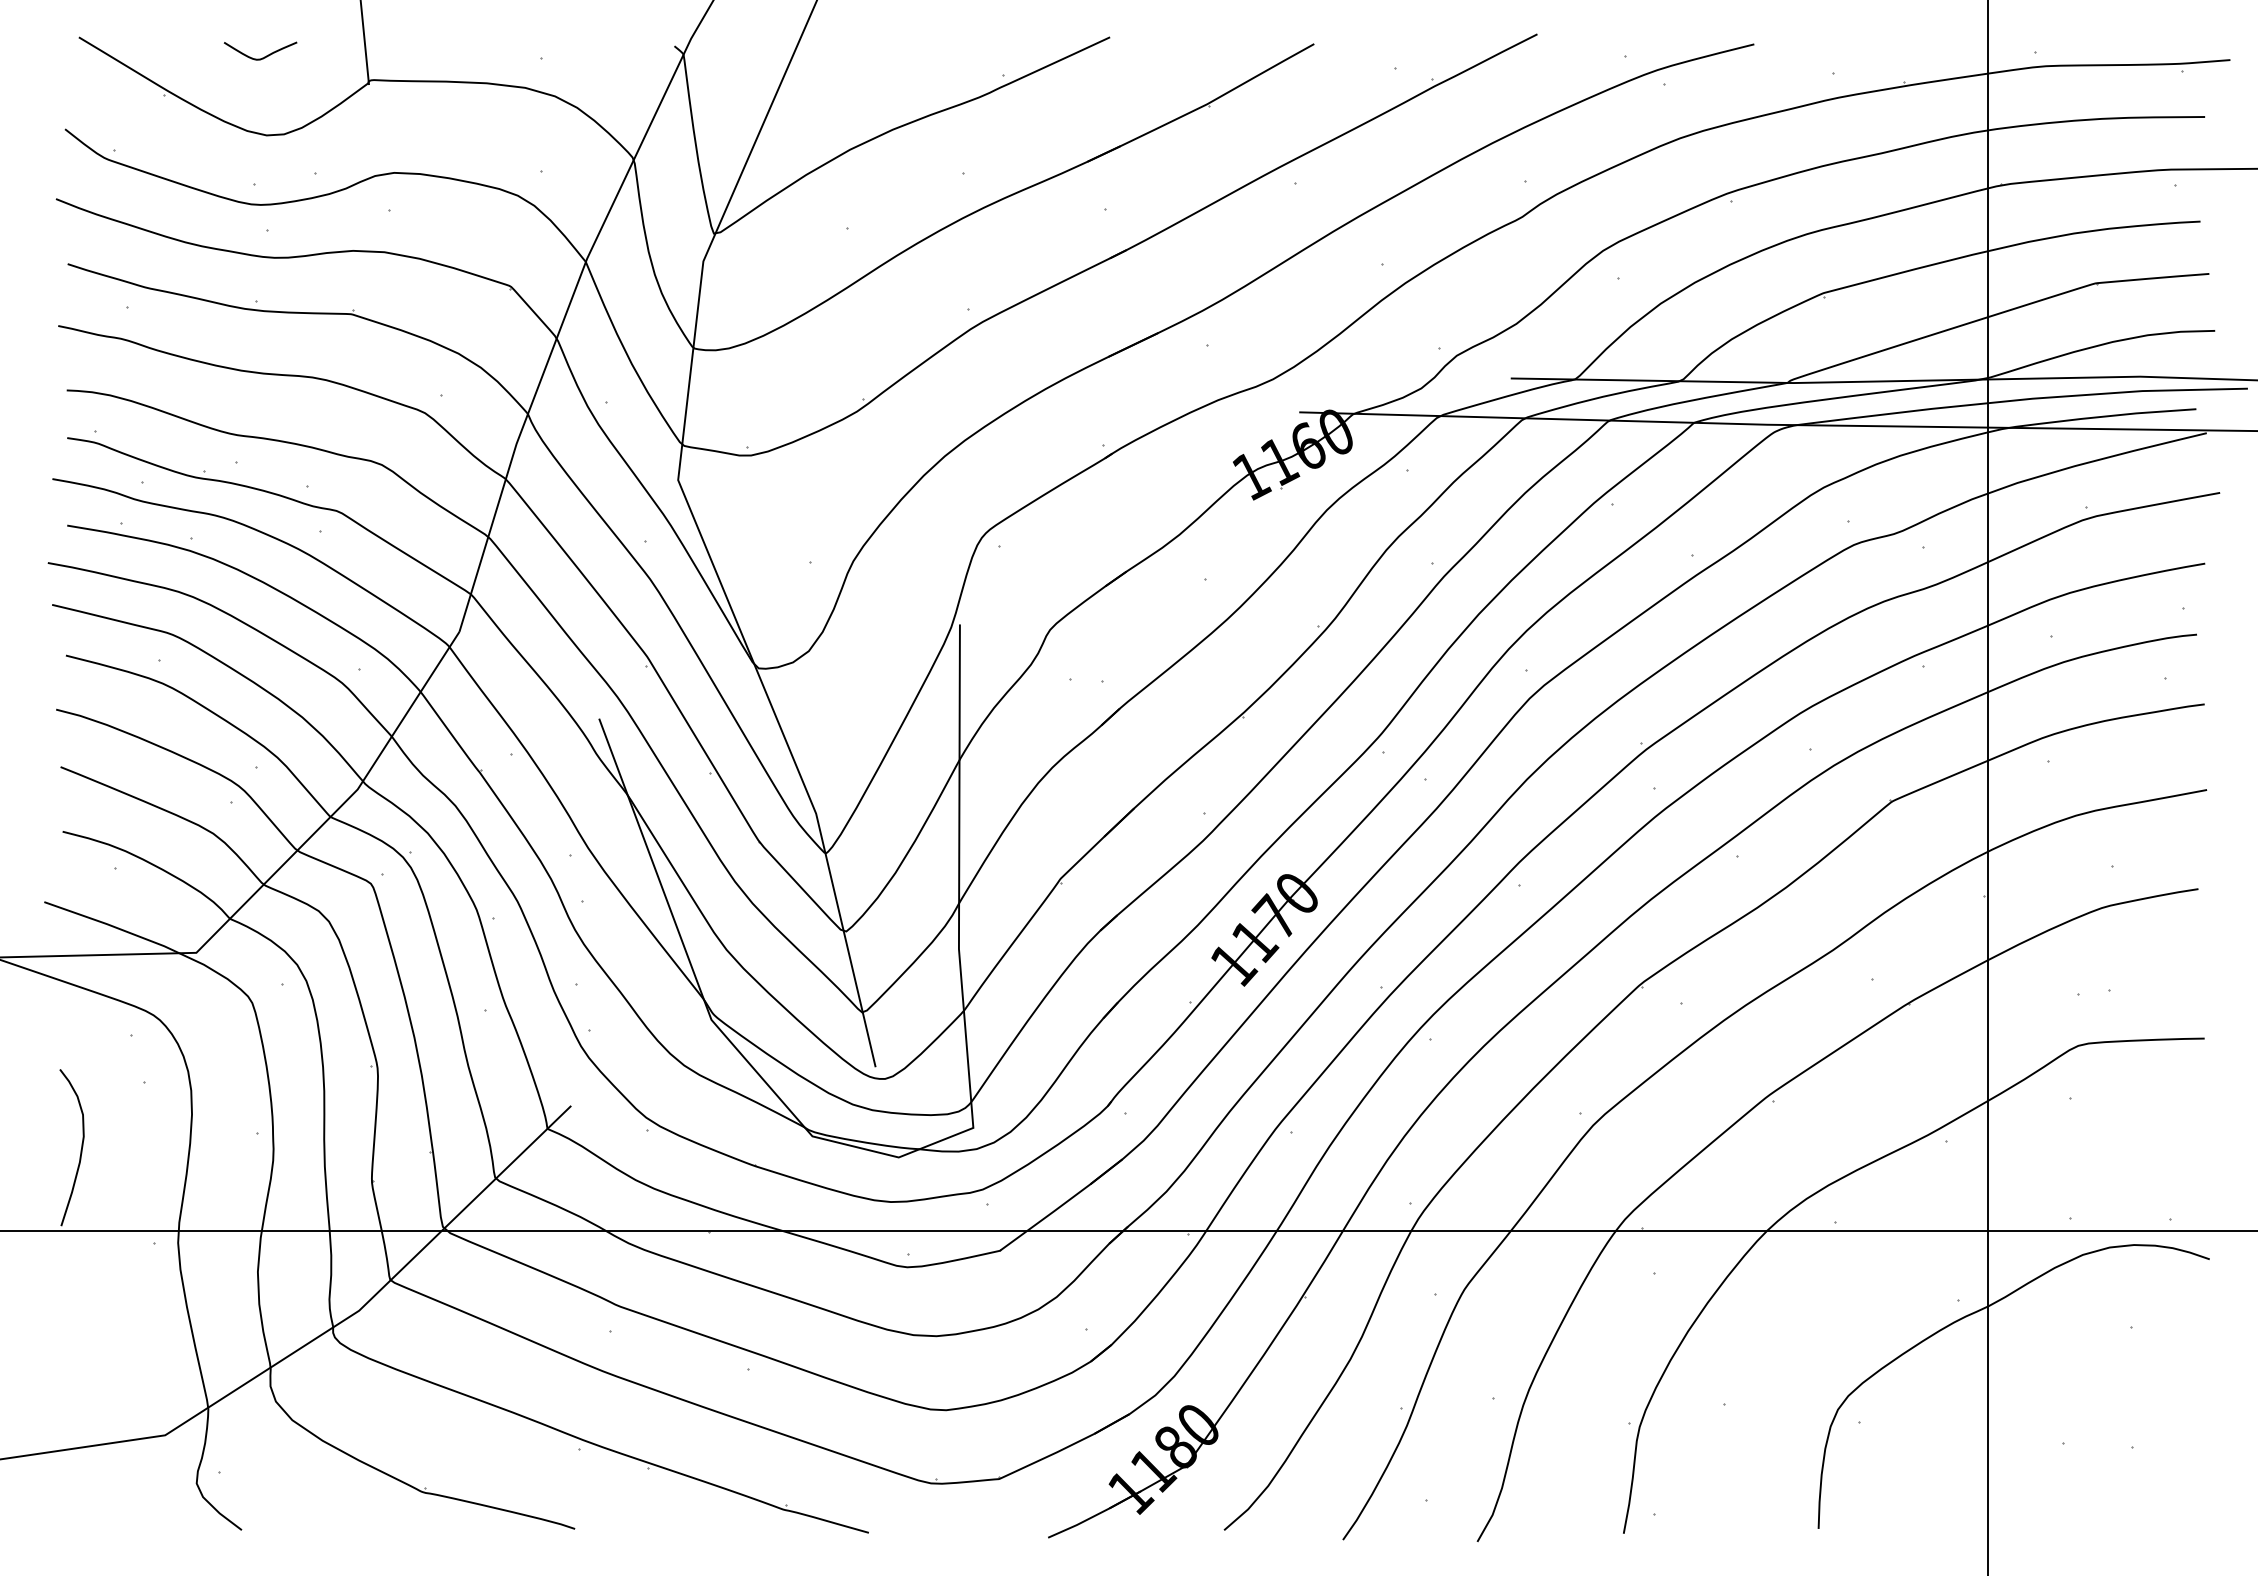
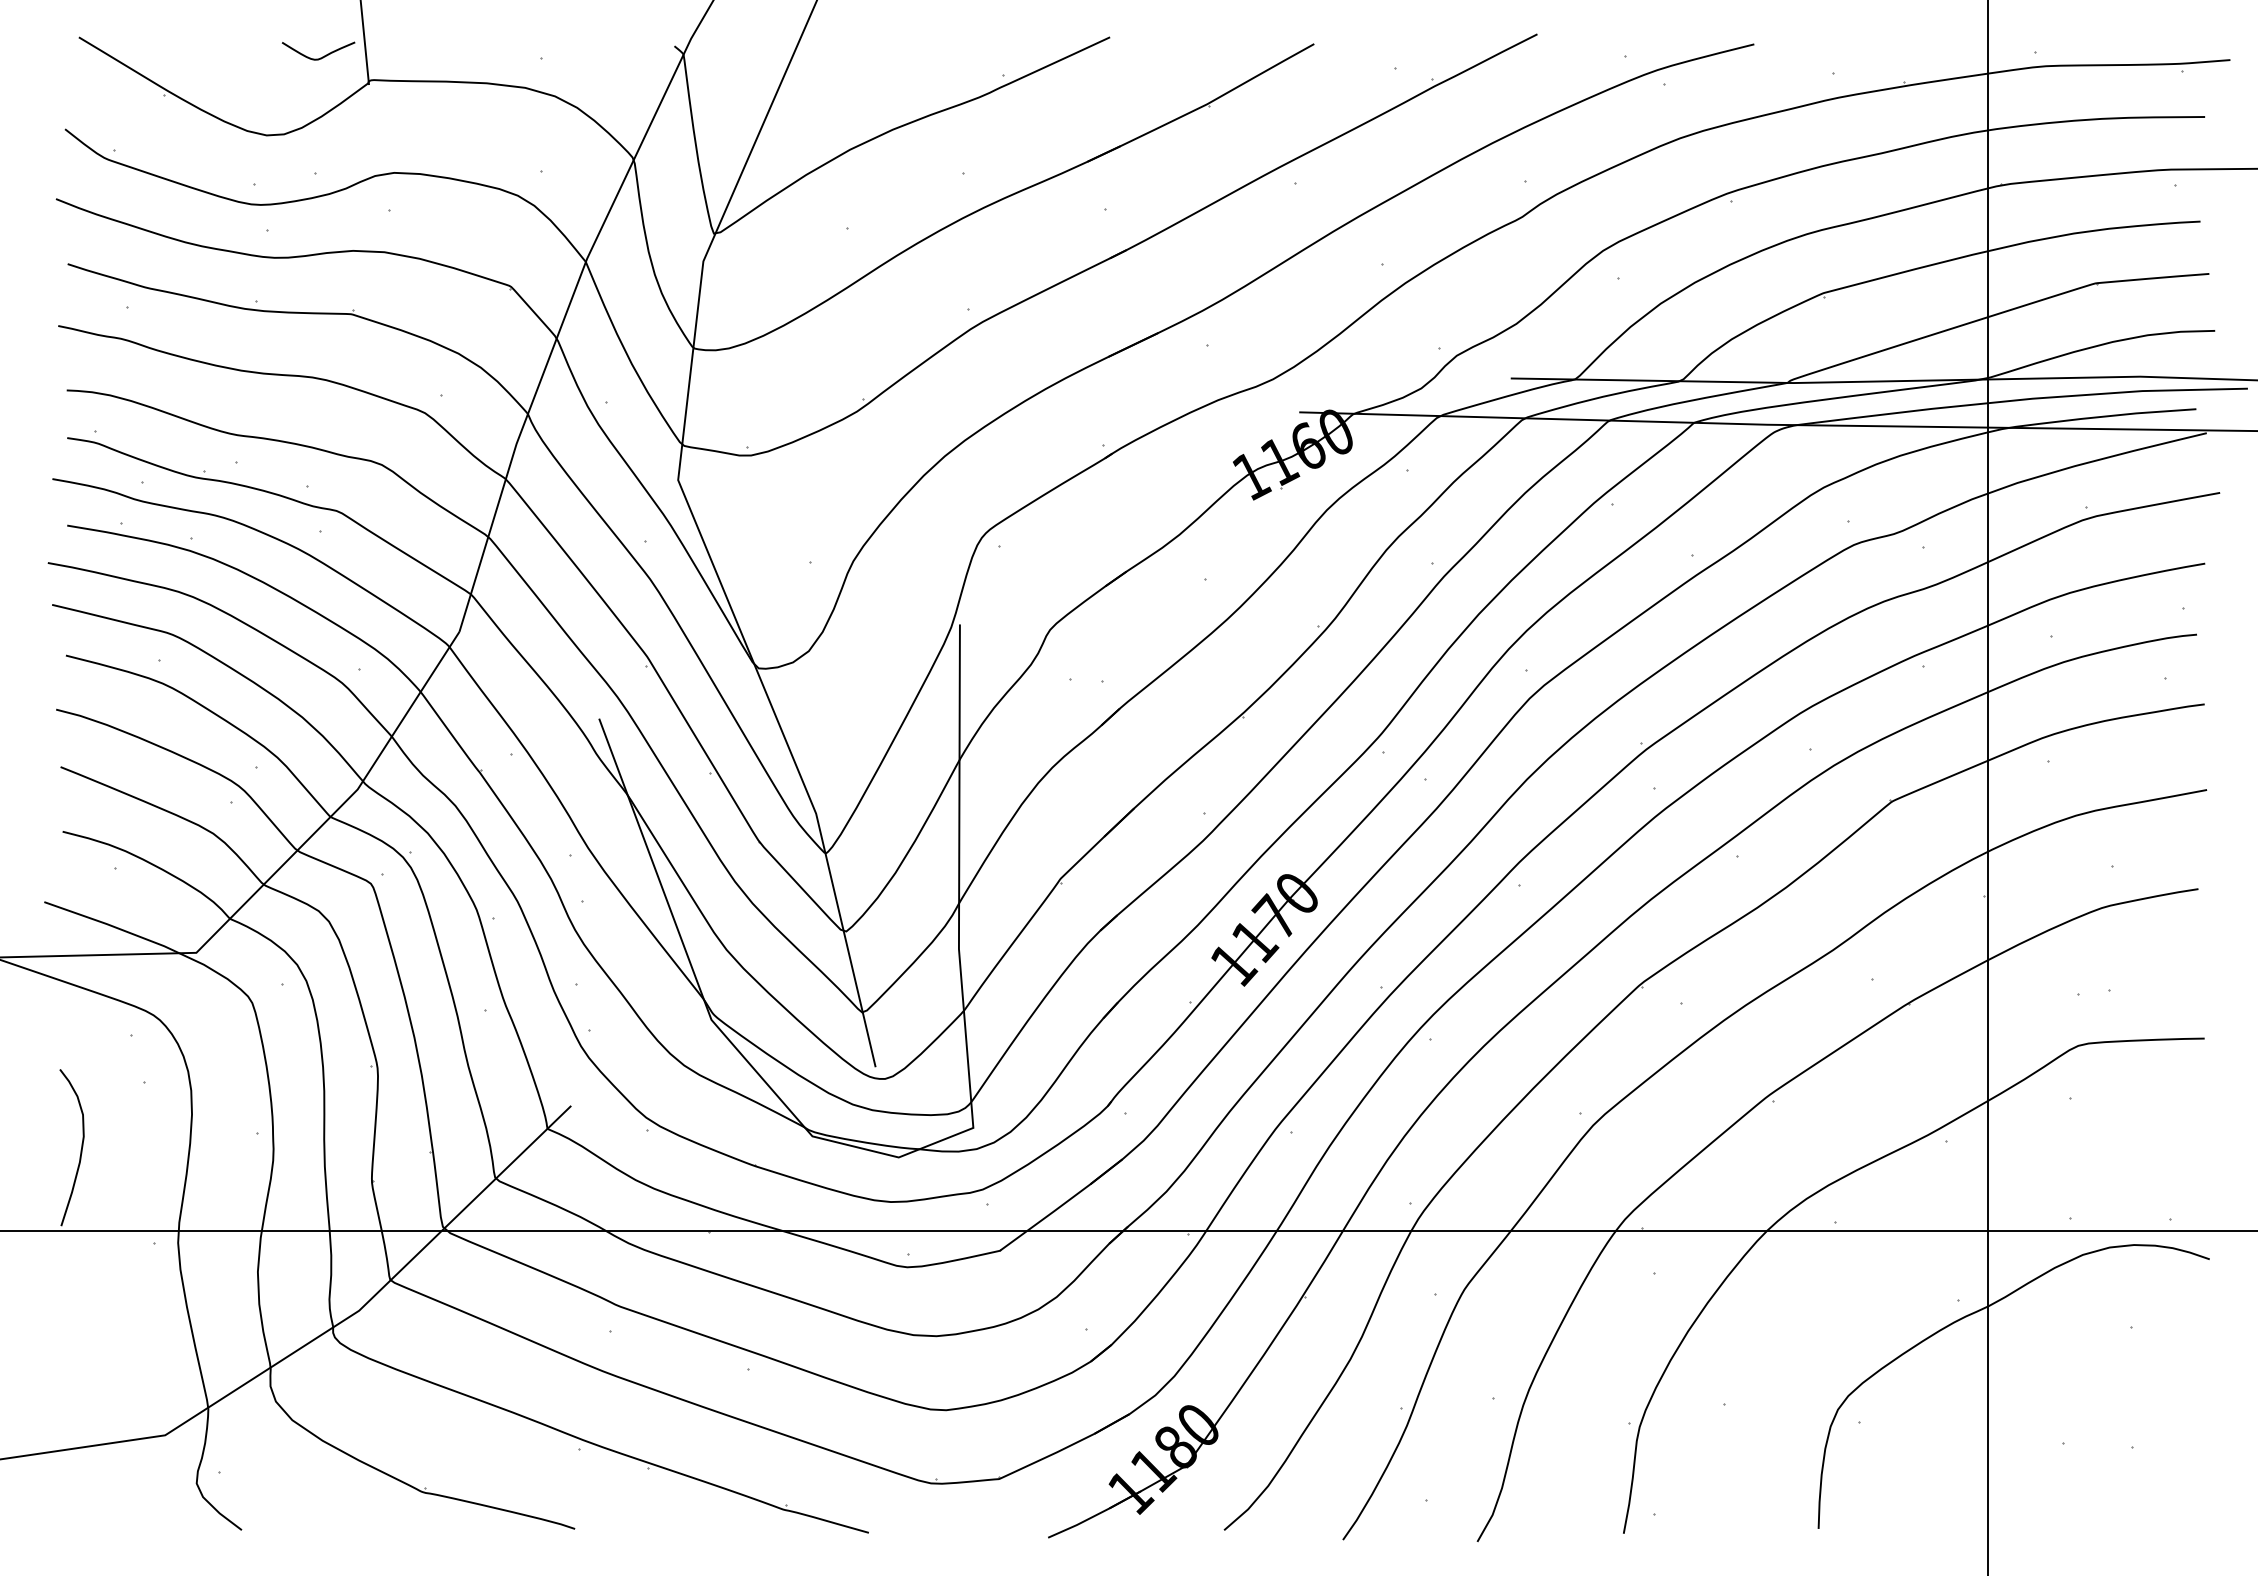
curve at (264, 56) position: (264, 56) -> (322, 56)
